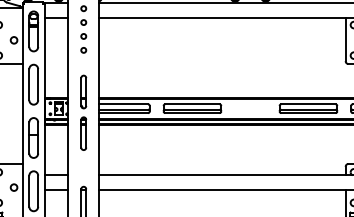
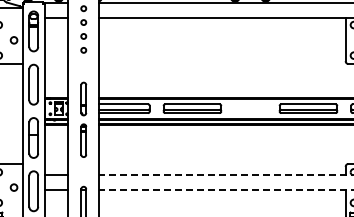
part at (83, 112) position: (83, 112) -> (83, 119)
line at (226, 175): solid -> dashed
line at (226, 190): solid -> dashed
